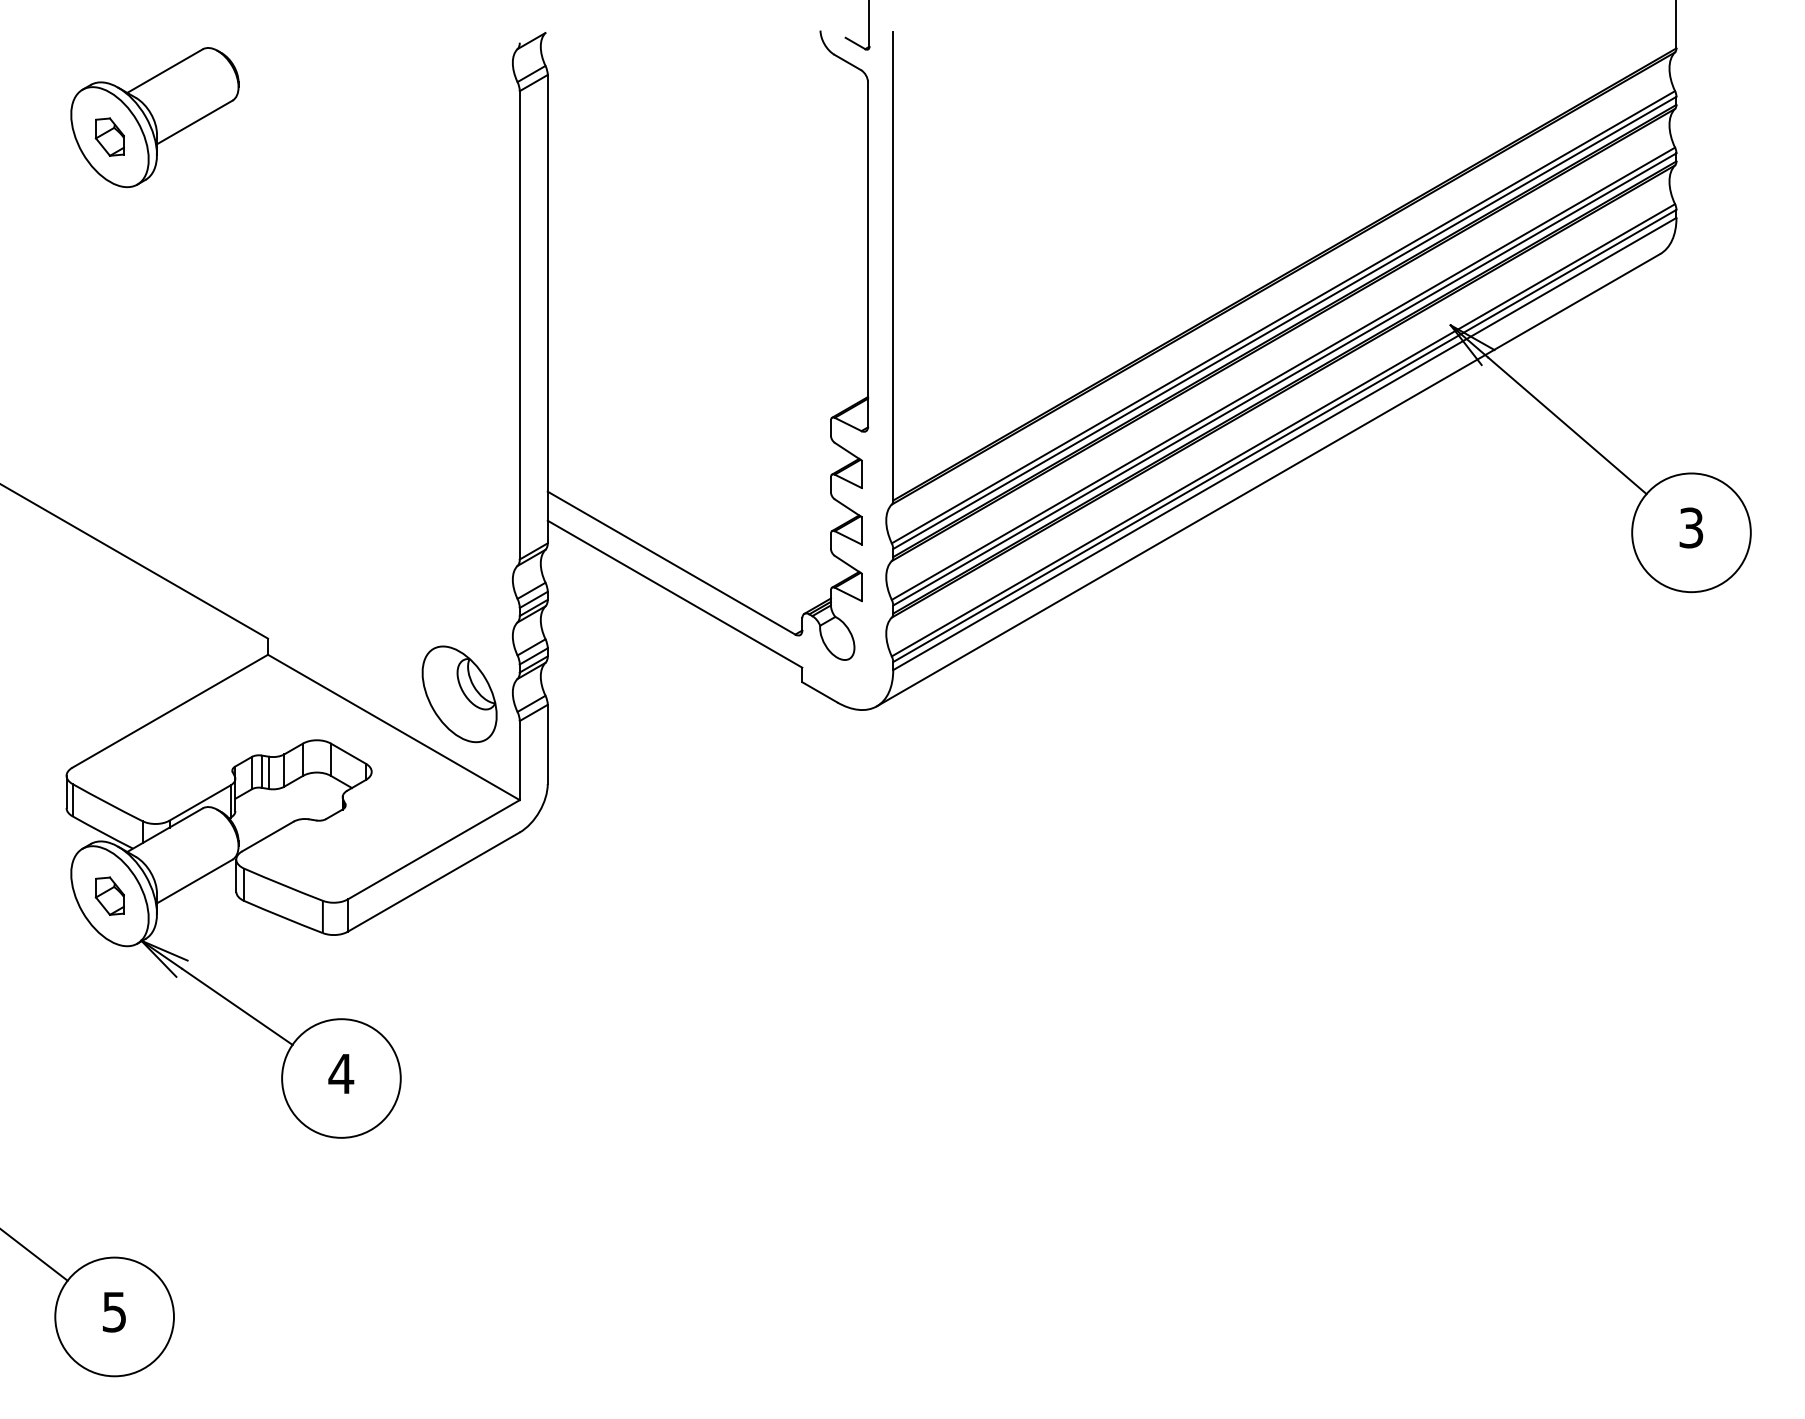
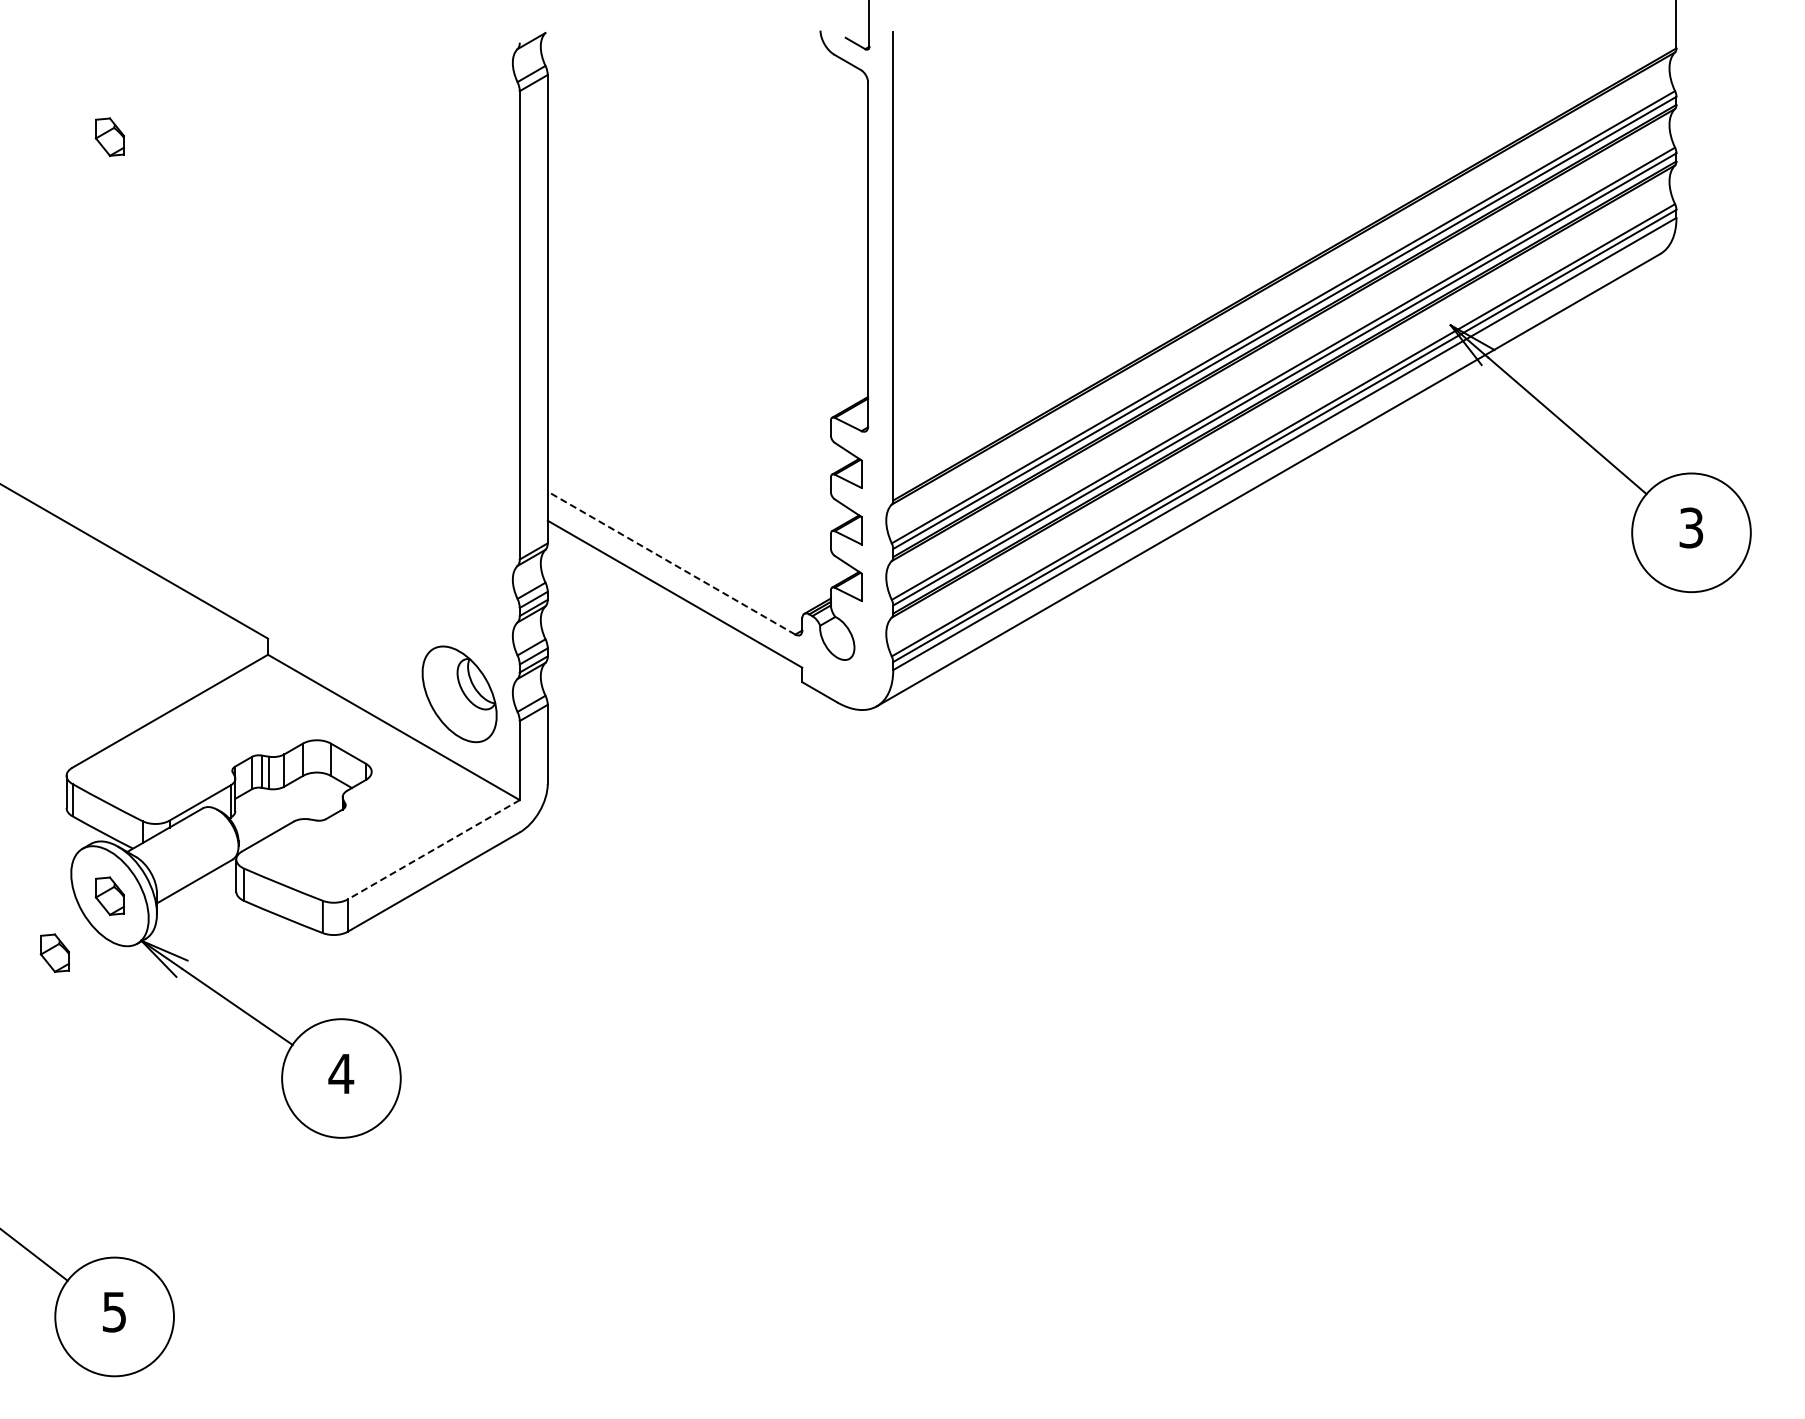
part at (154, 117): present -> none
line at (671, 563): solid -> dashed
line at (433, 850): solid -> dashed
part at (54, 952): none -> present
